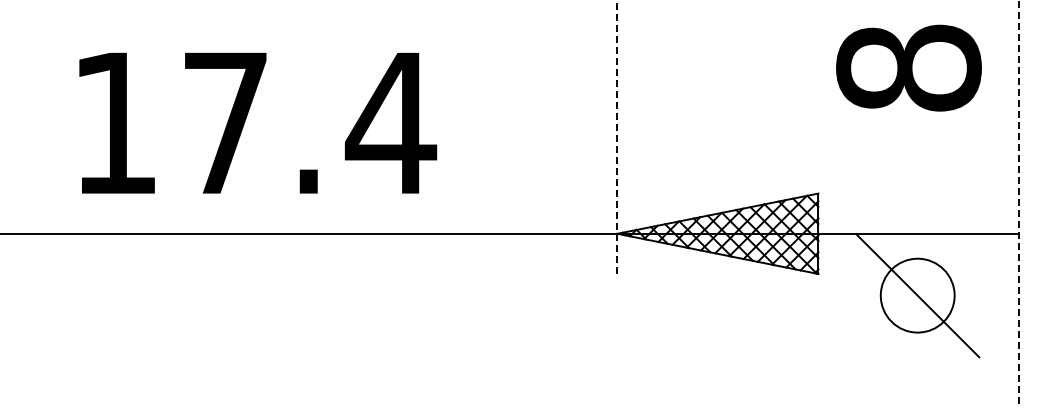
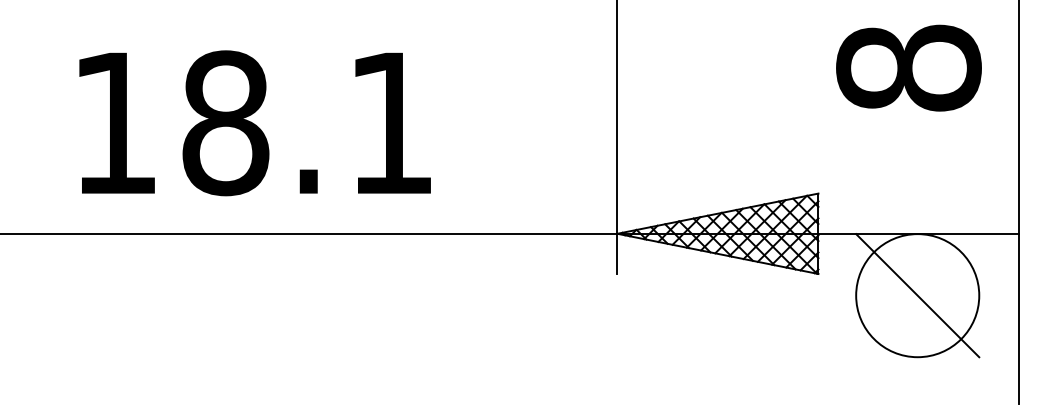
text at (309, 123): 17.4 -> 18.1
line at (617, 137): dashed -> solid
line at (1019, 202): dashed -> solid
circle at (917, 295) diameter: 74 px -> 123 px
